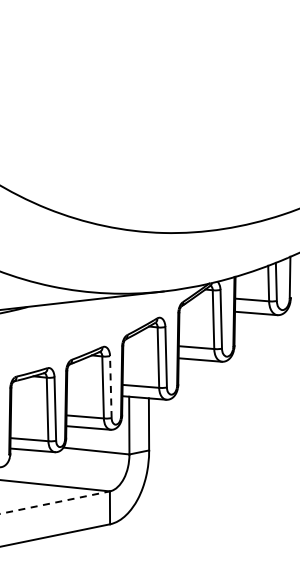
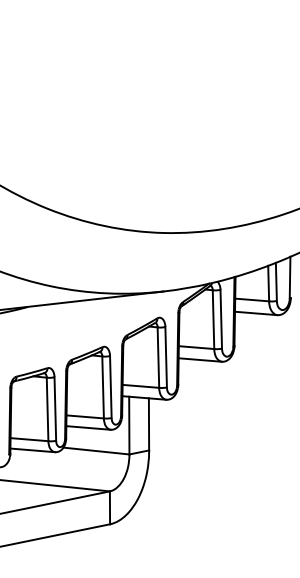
line at (110, 387): dashed -> solid
line at (55, 502): dashed -> solid
